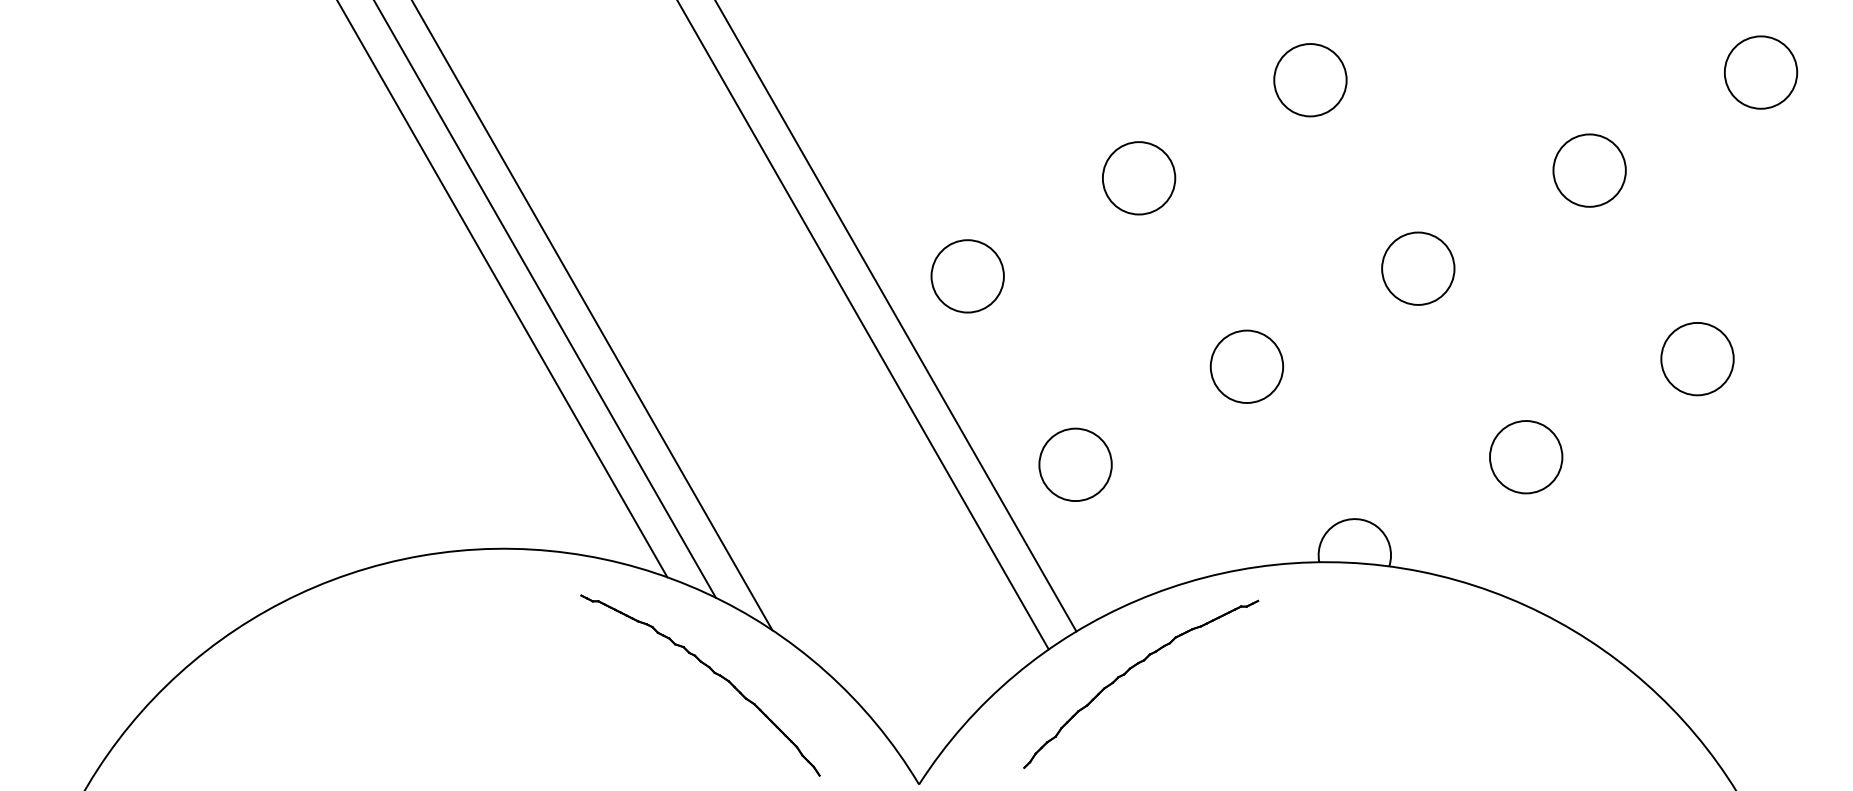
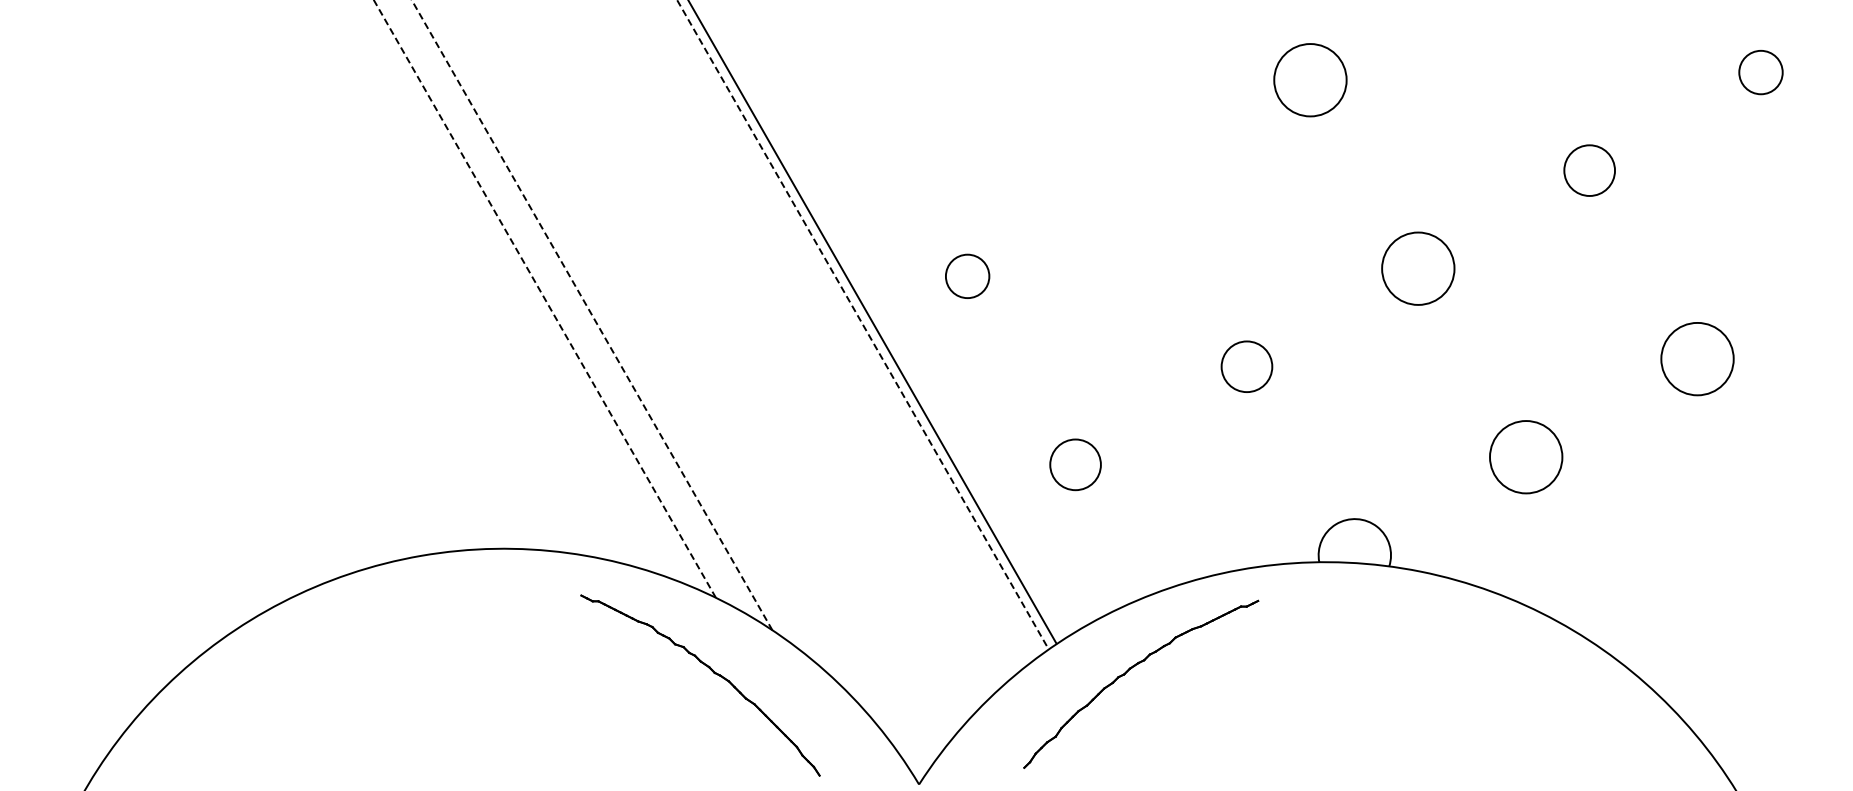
circle at (1760, 72) size: 76x75 px -> 46x46 px
circle at (1589, 170) diameter: 72 px -> 51 px
circle at (1139, 178): present -> none
circle at (967, 276) size: 75x75 px -> 46x46 px
line at (502, 289): present -> none
line at (544, 298): solid -> dashed
line at (592, 315): solid -> dashed
line at (896, 316) position: (896, 316) -> (872, 322)
line at (863, 325): solid -> dashed
circle at (1246, 366) diameter: 72 px -> 51 px
circle at (1075, 464) diameter: 72 px -> 51 px
